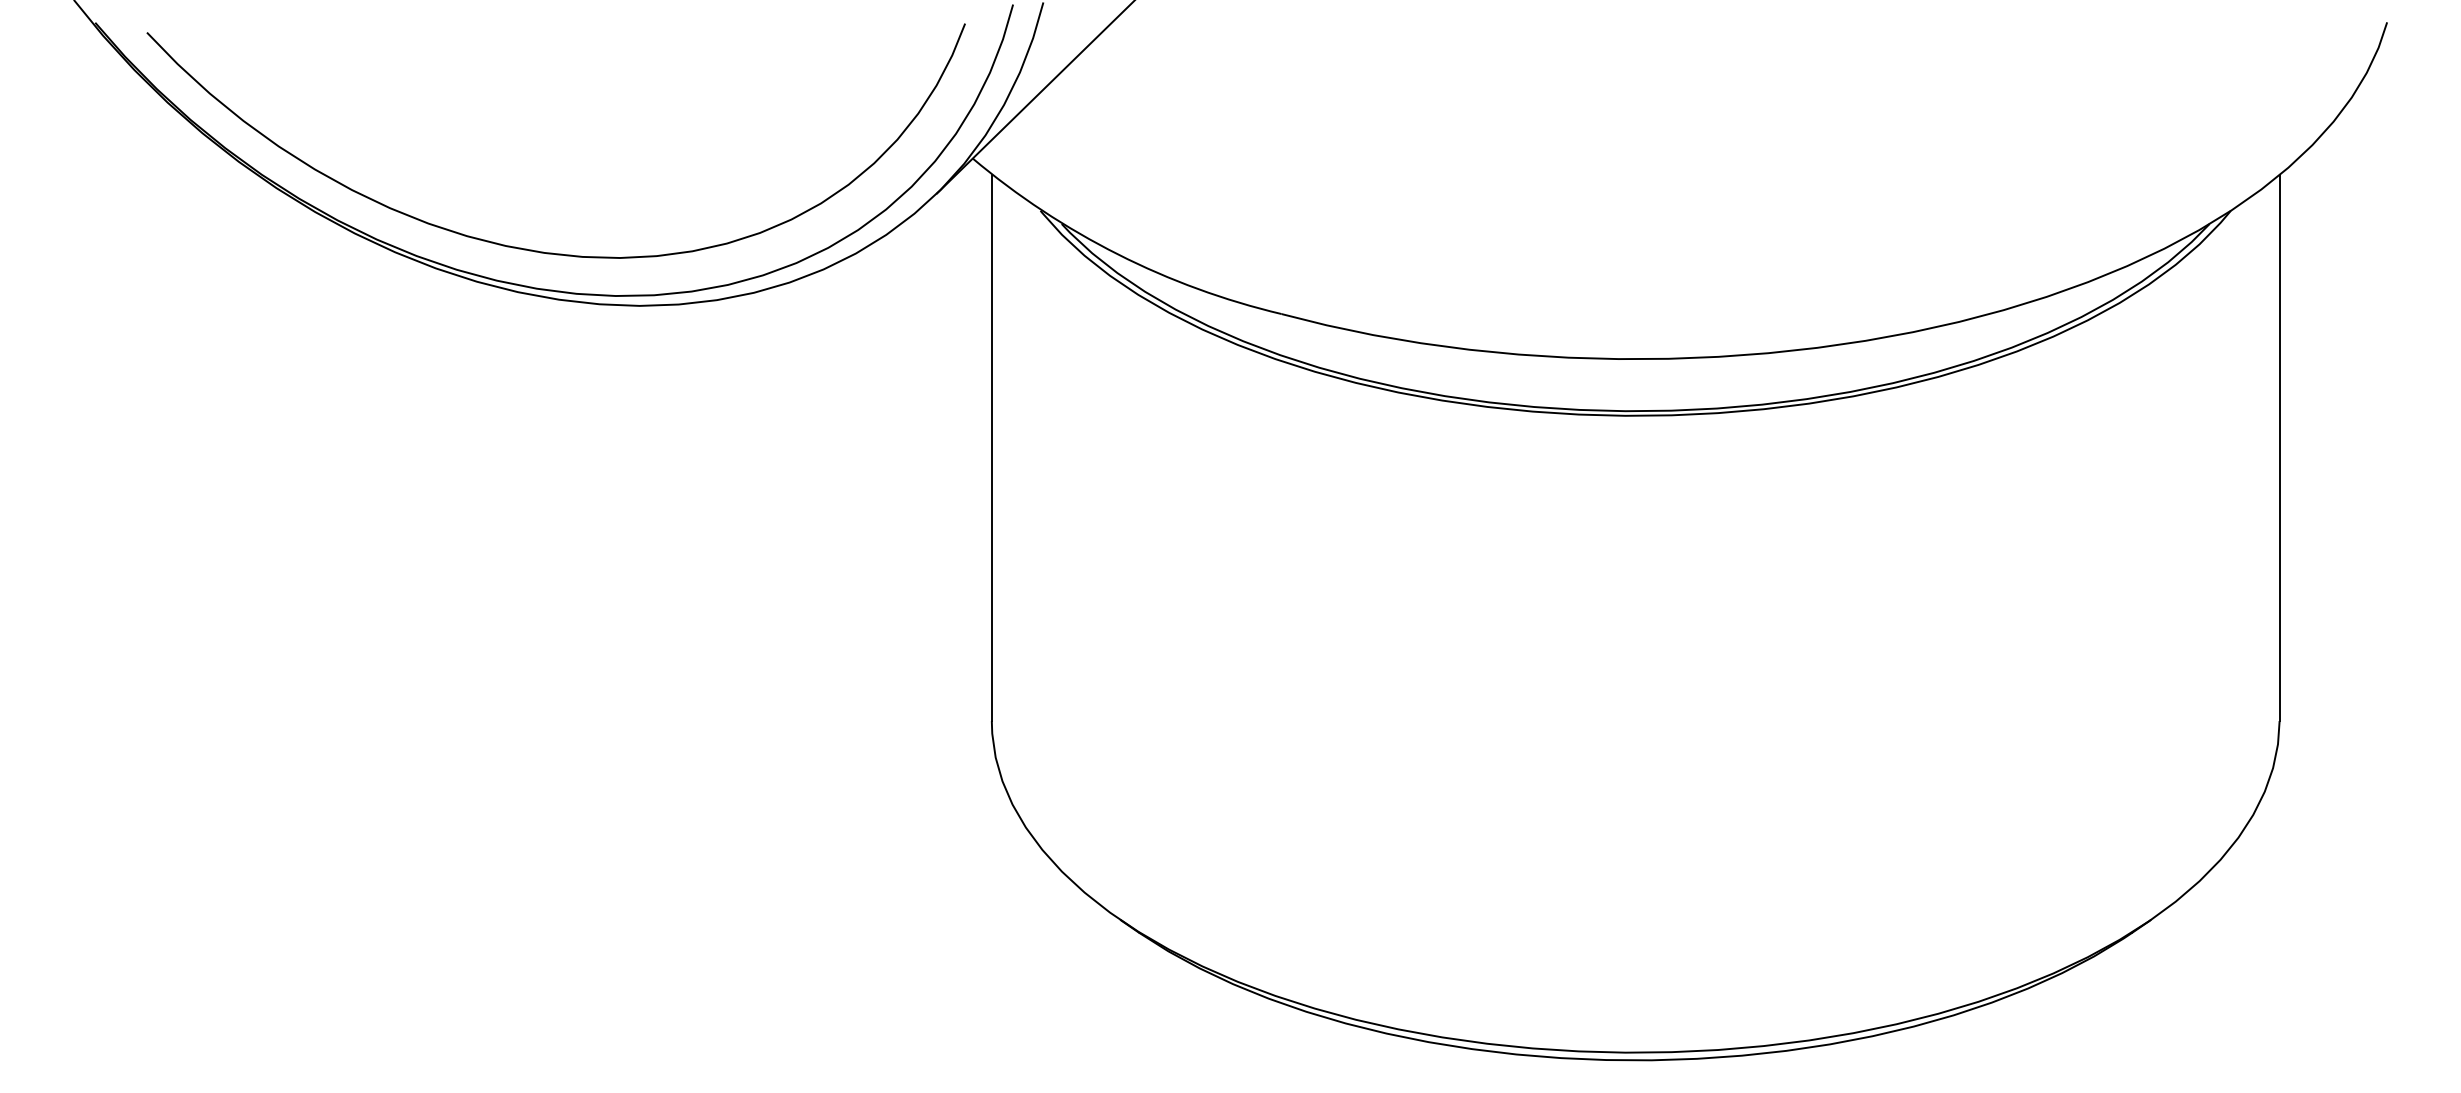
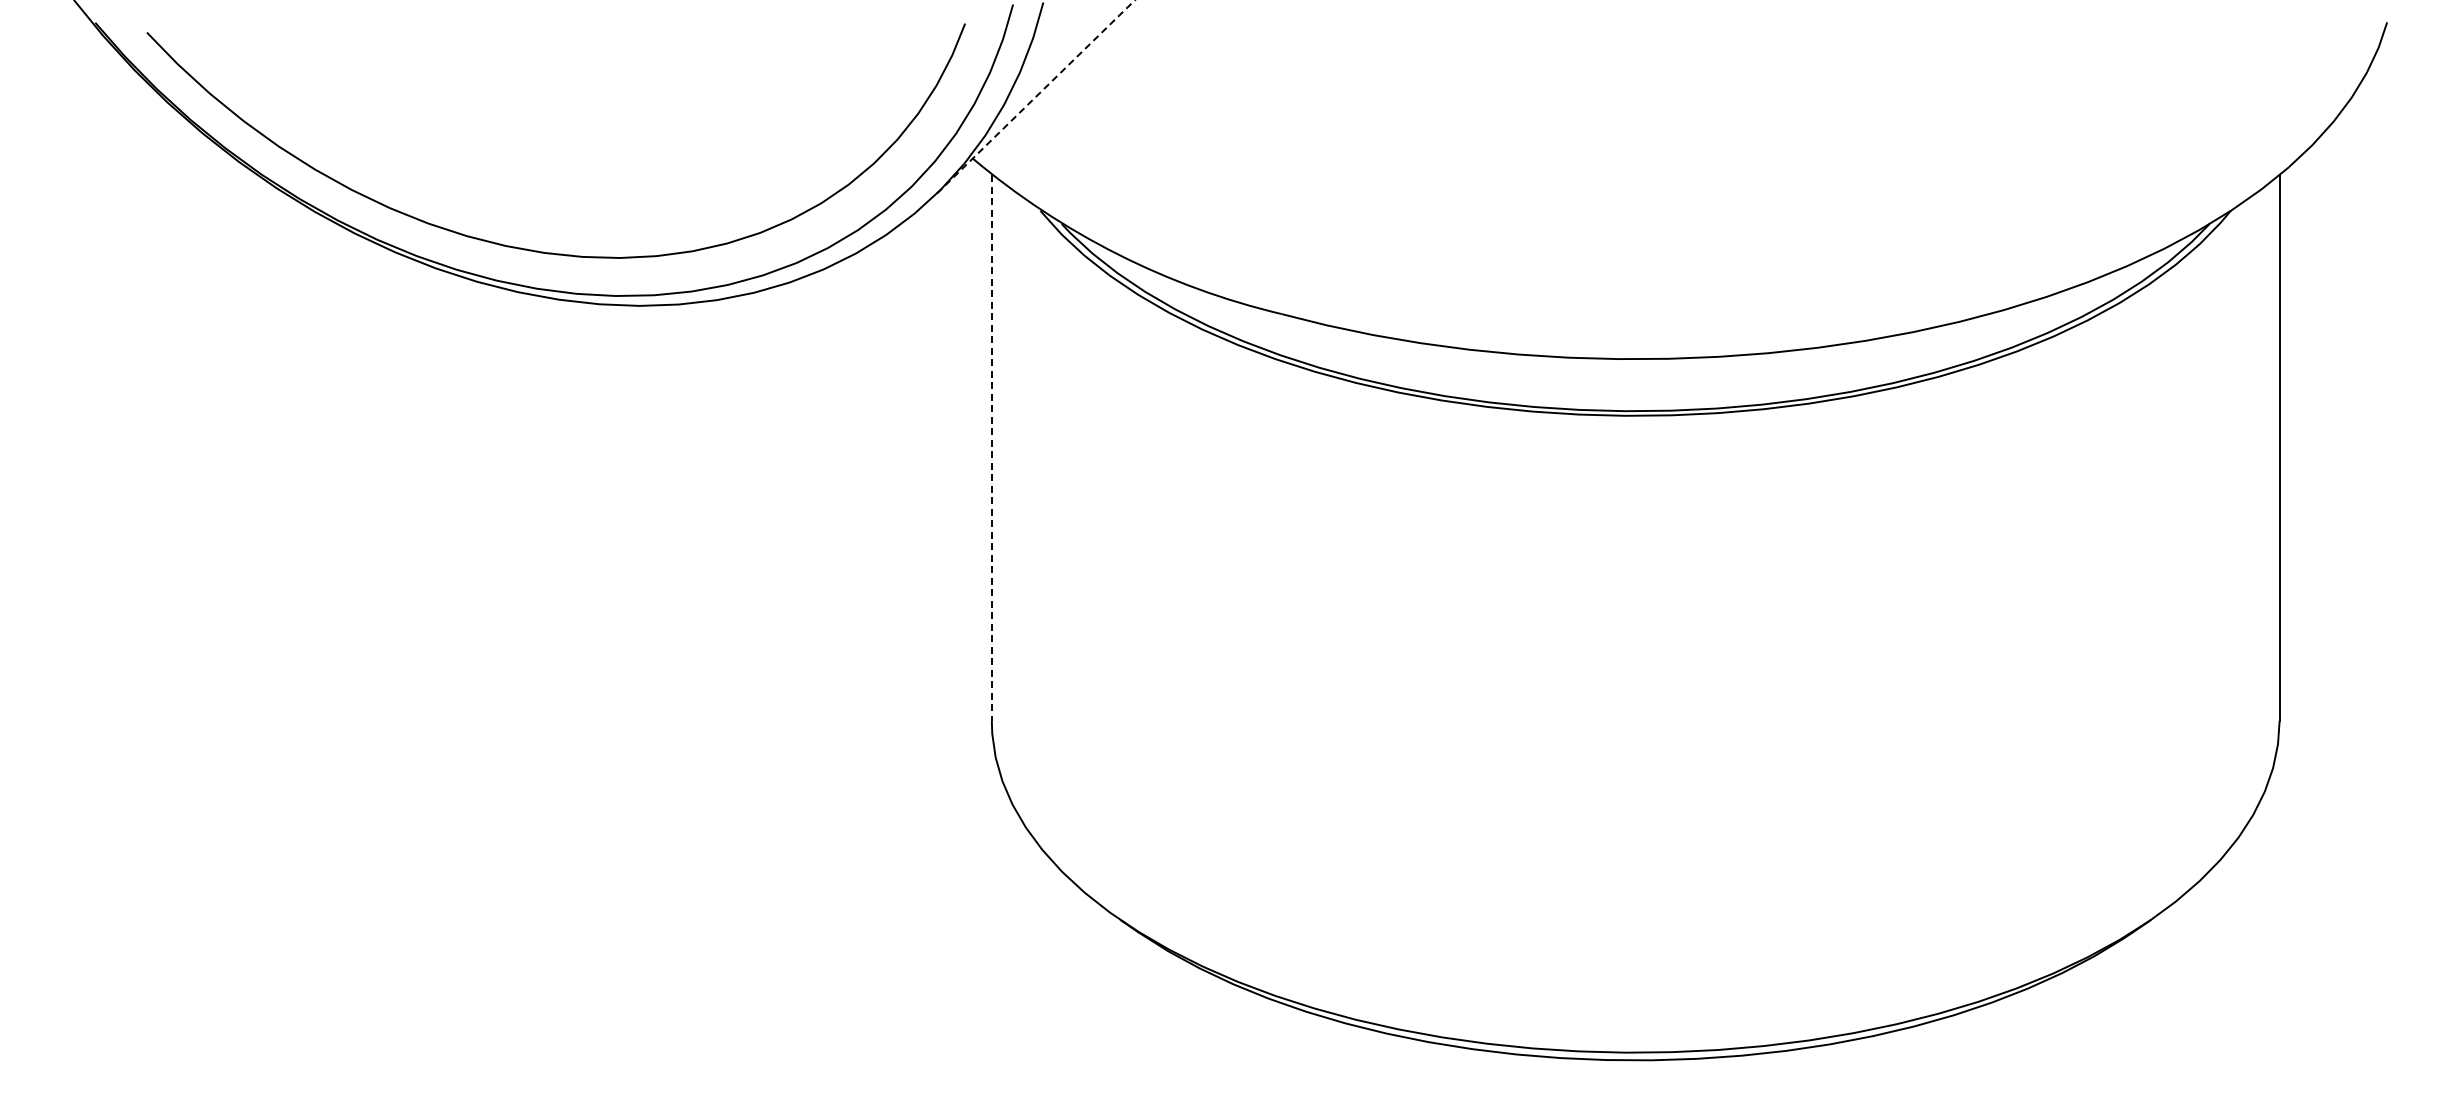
line at (1036, 96): solid -> dashed
line at (991, 448): solid -> dashed
